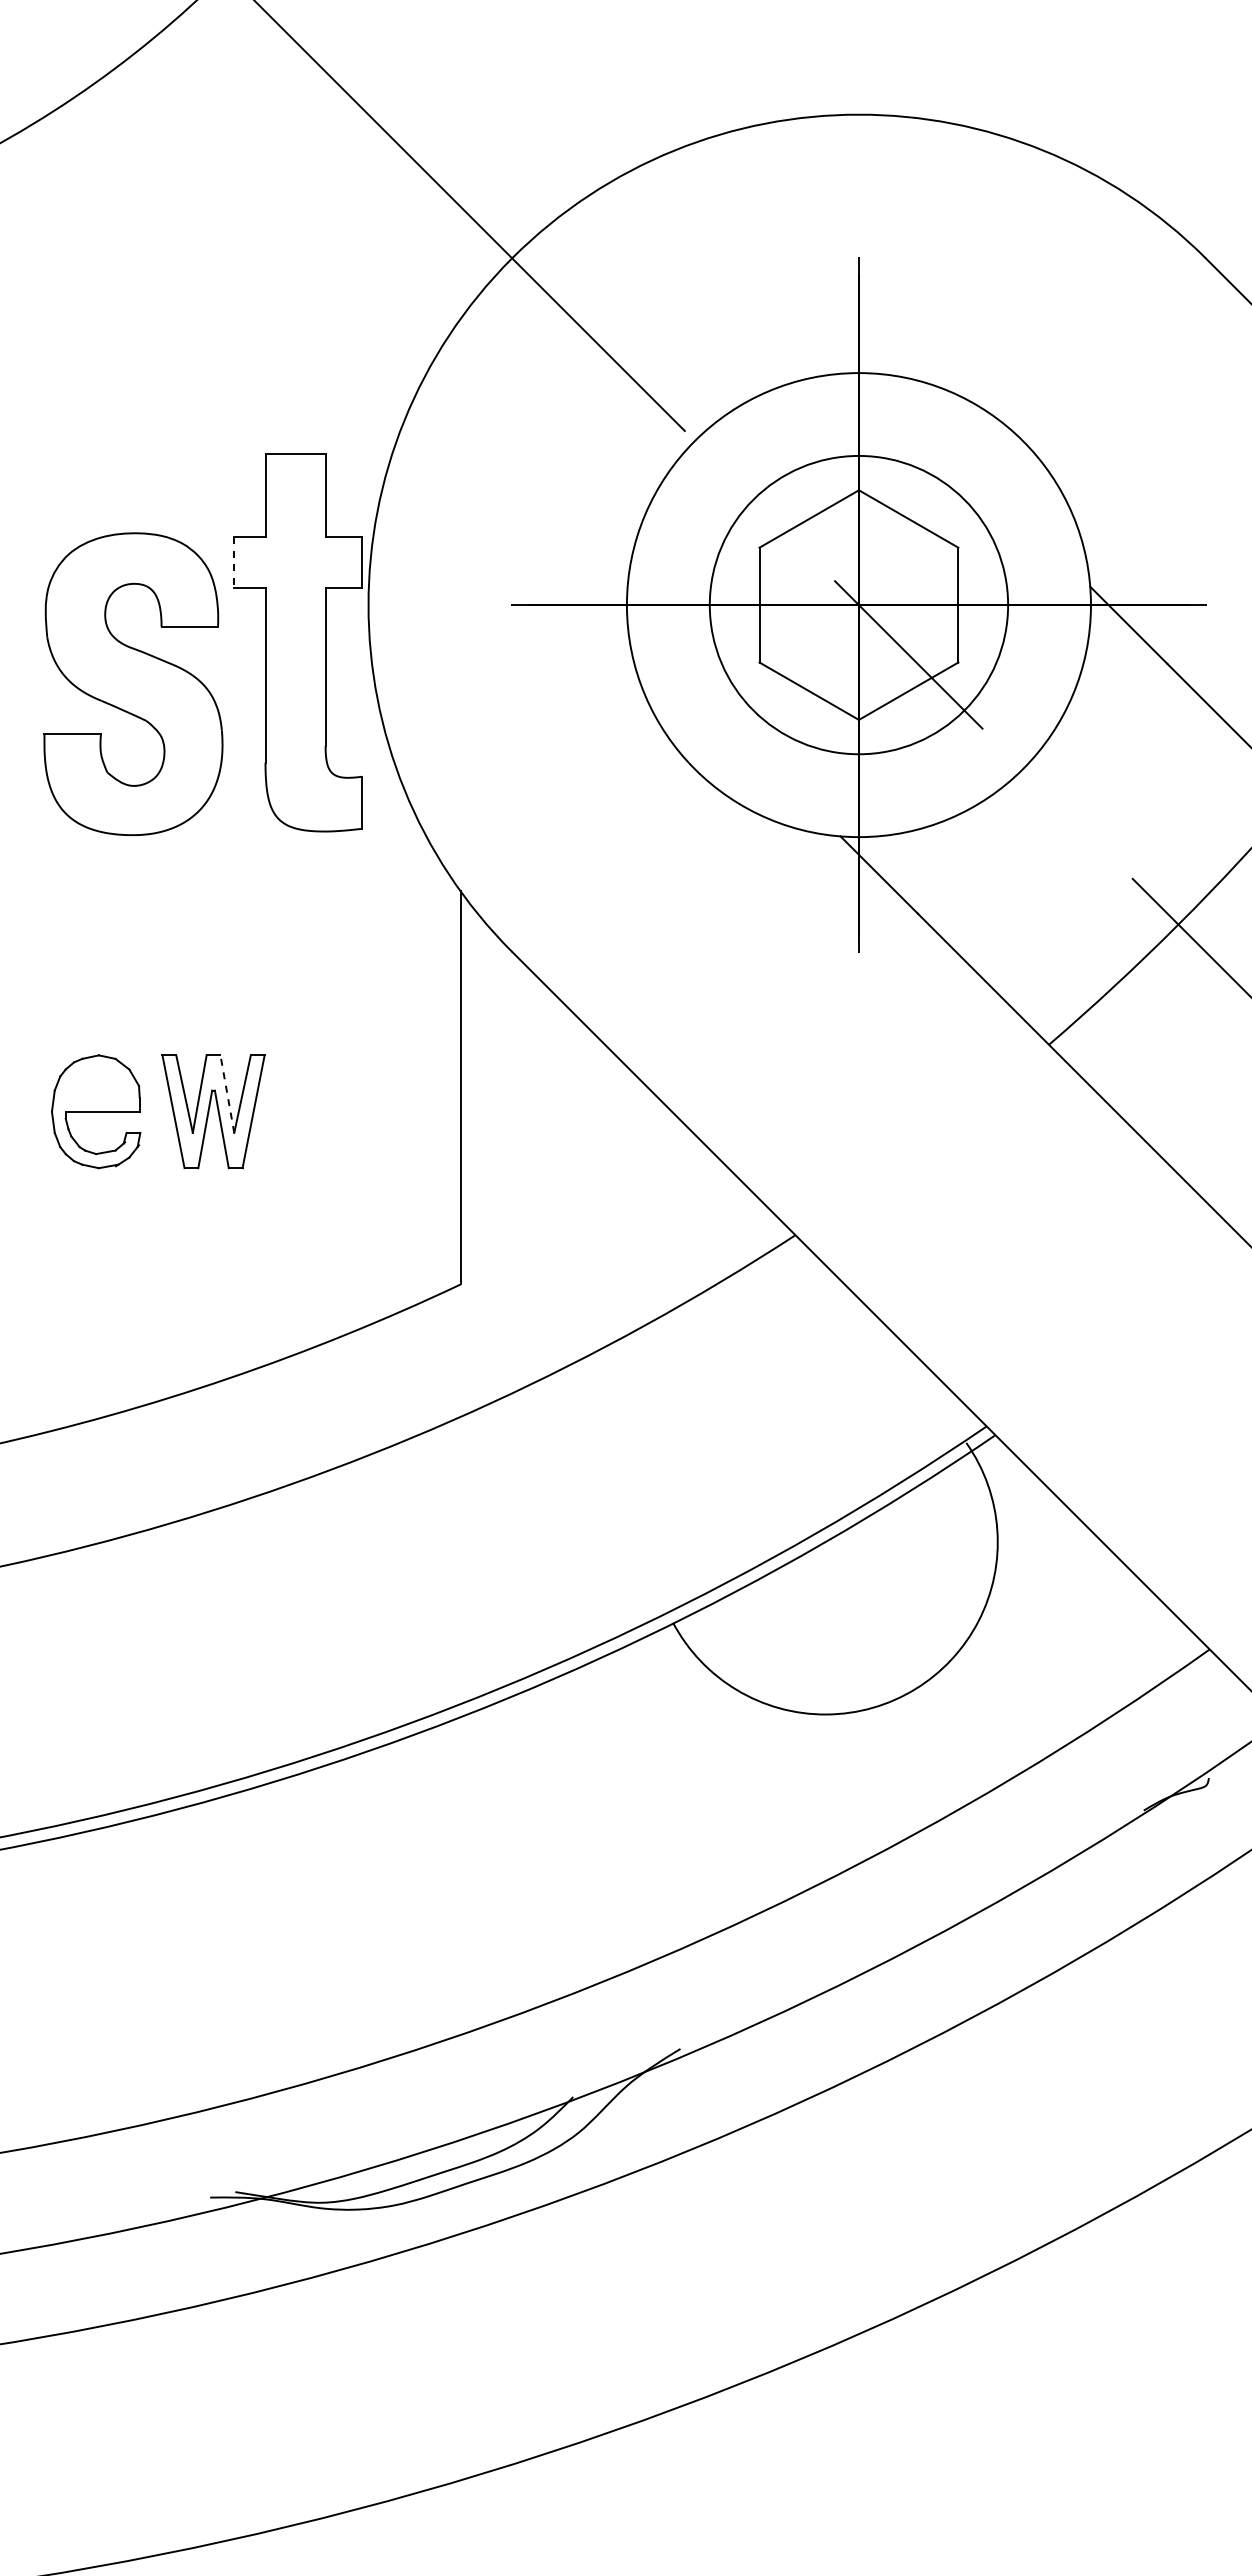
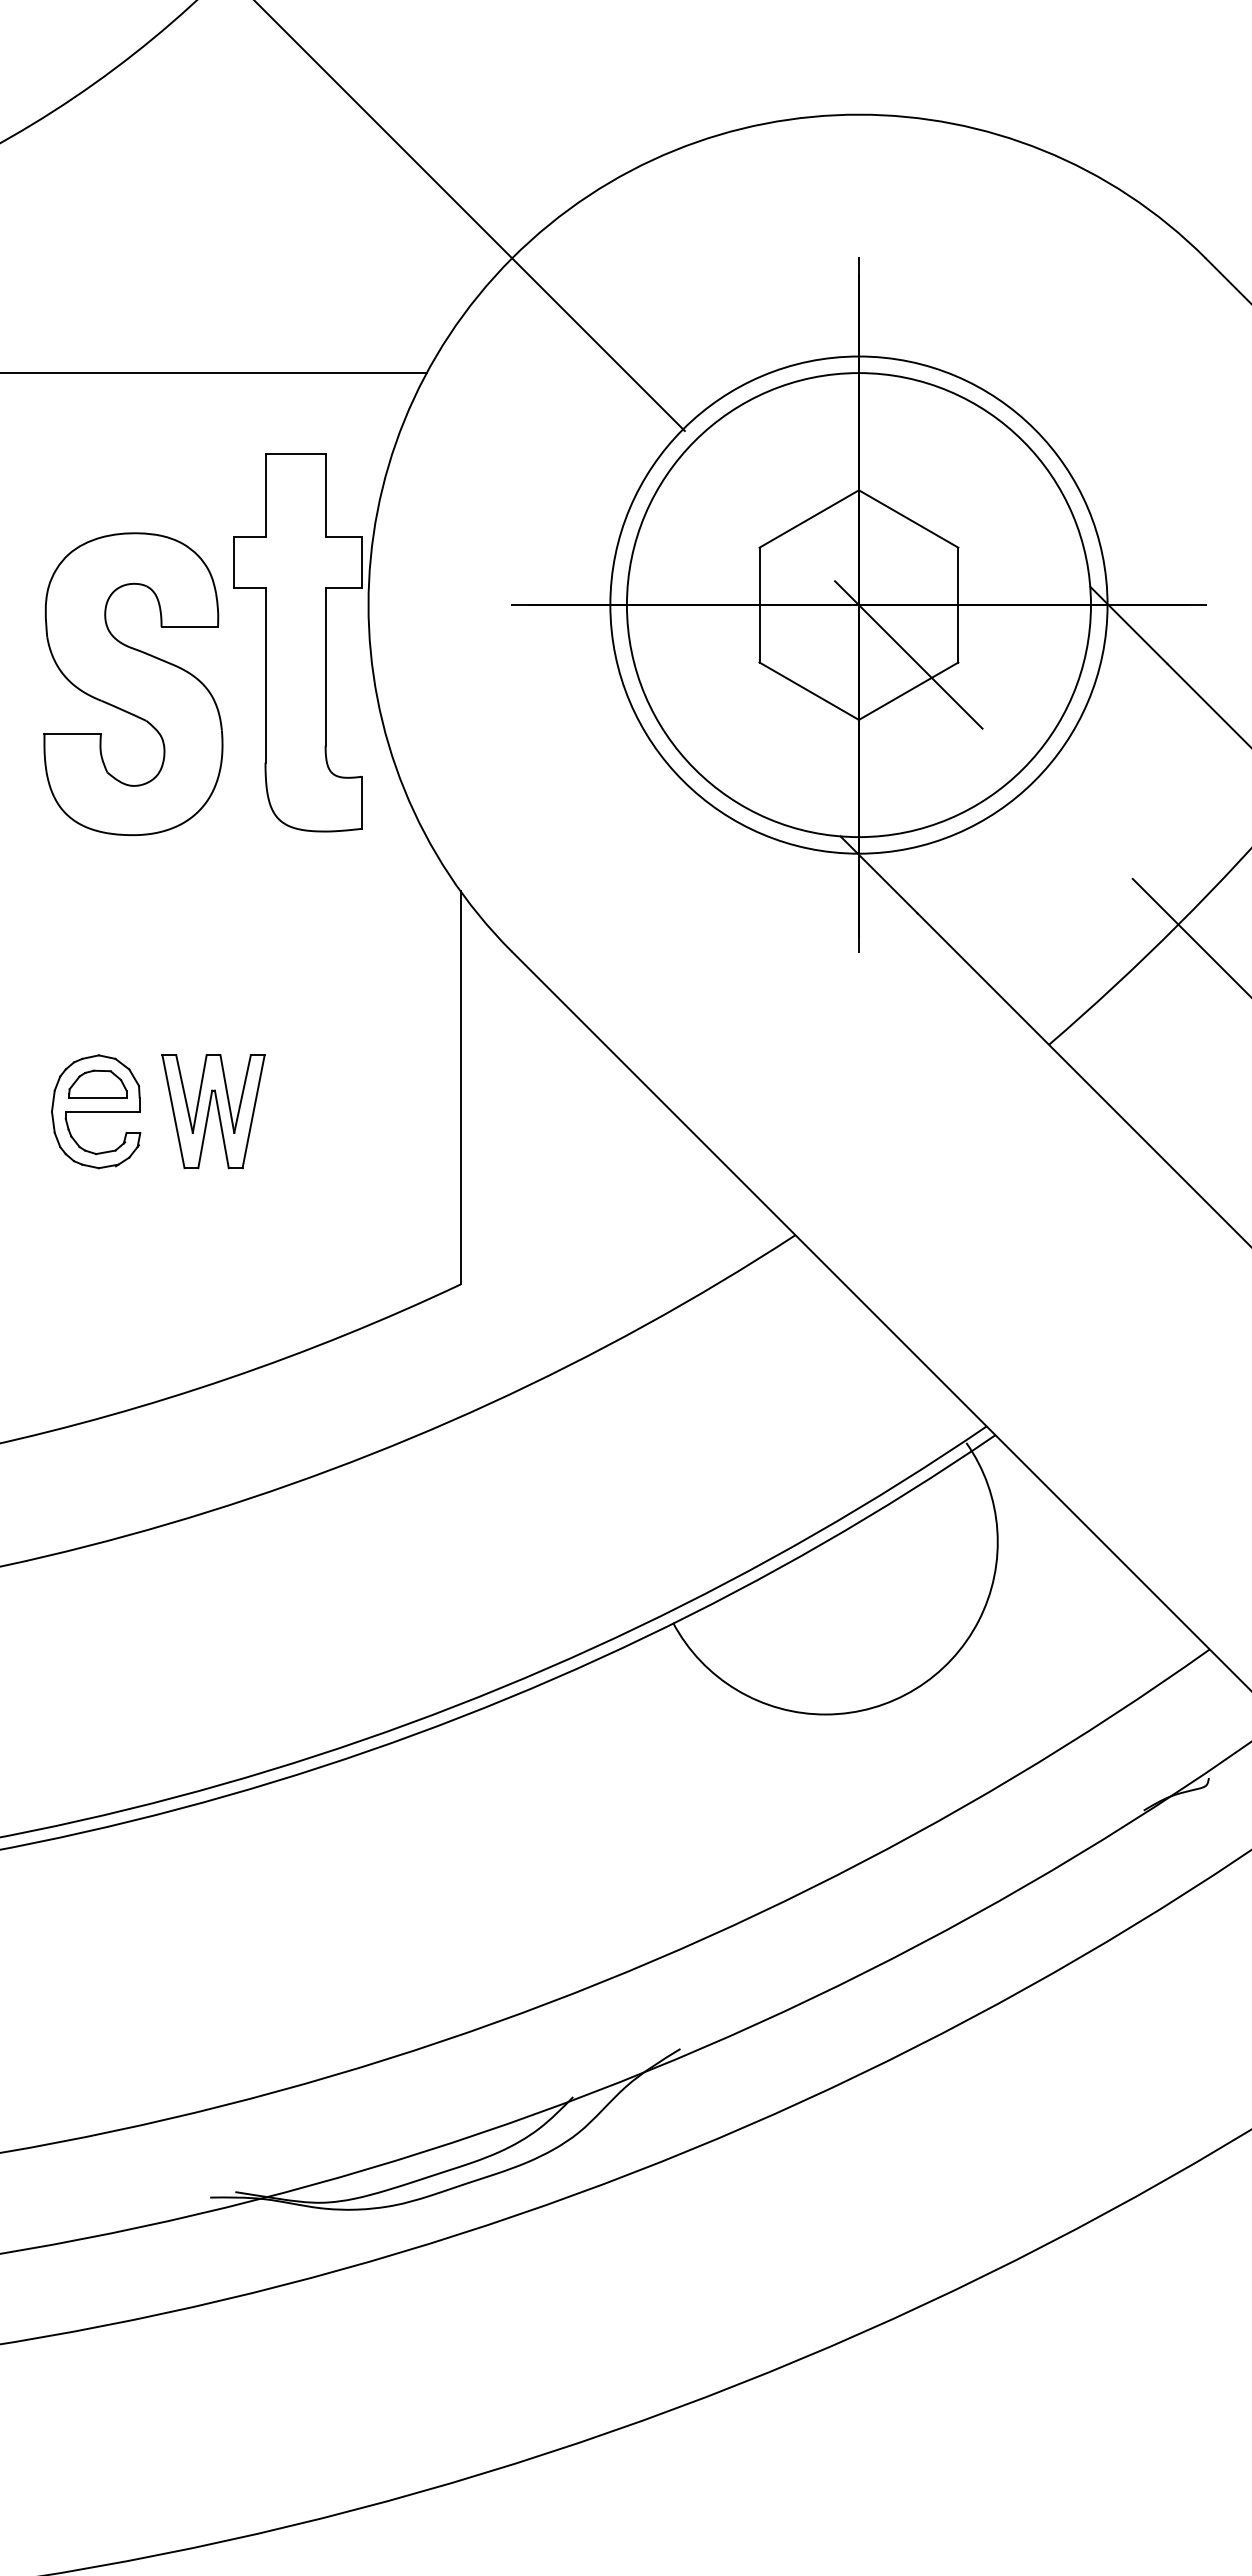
line at (214, 372): none -> present
line at (233, 563): dashed -> solid
circle at (858, 604) diameter: 298 px -> 497 px
part at (97, 1083): none -> present
line at (227, 1093): dashed -> solid
